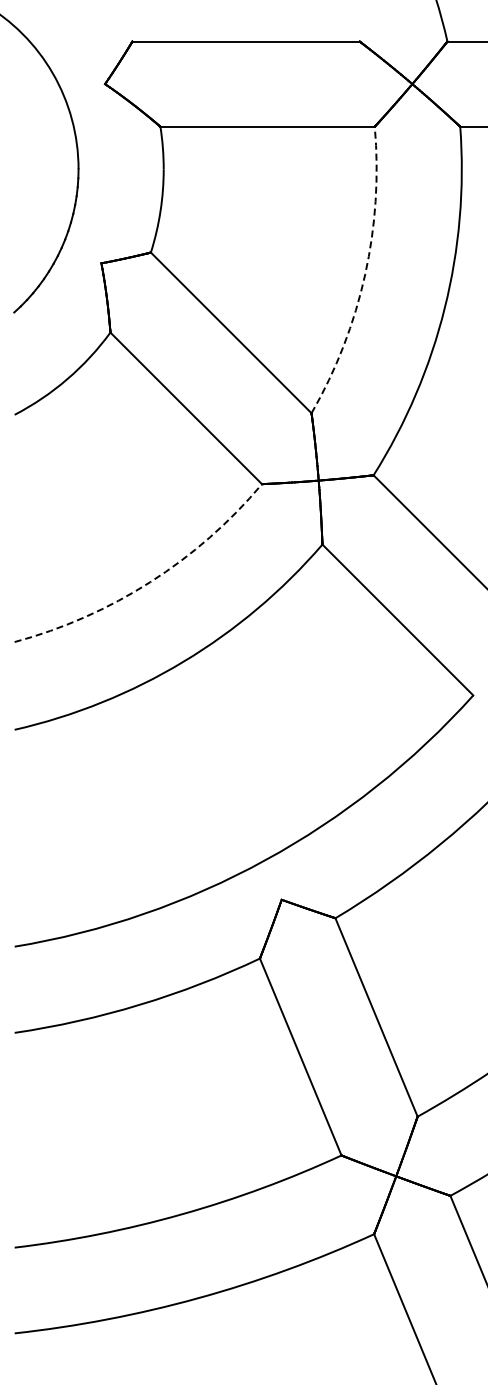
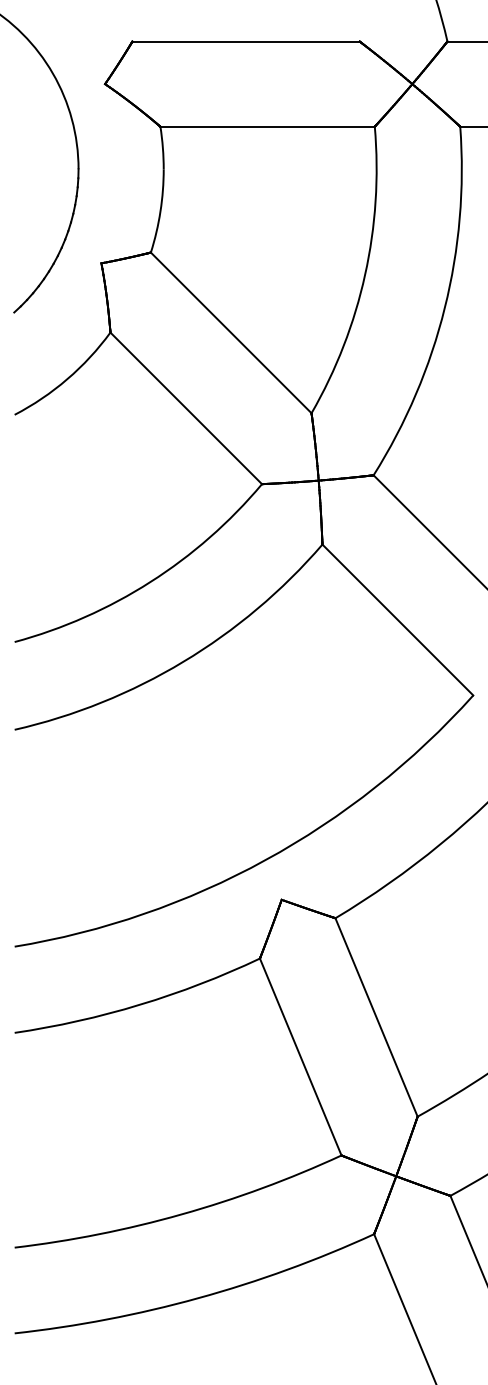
arc at (365, 274): dashed -> solid
arc at (150, 582): dashed -> solid
